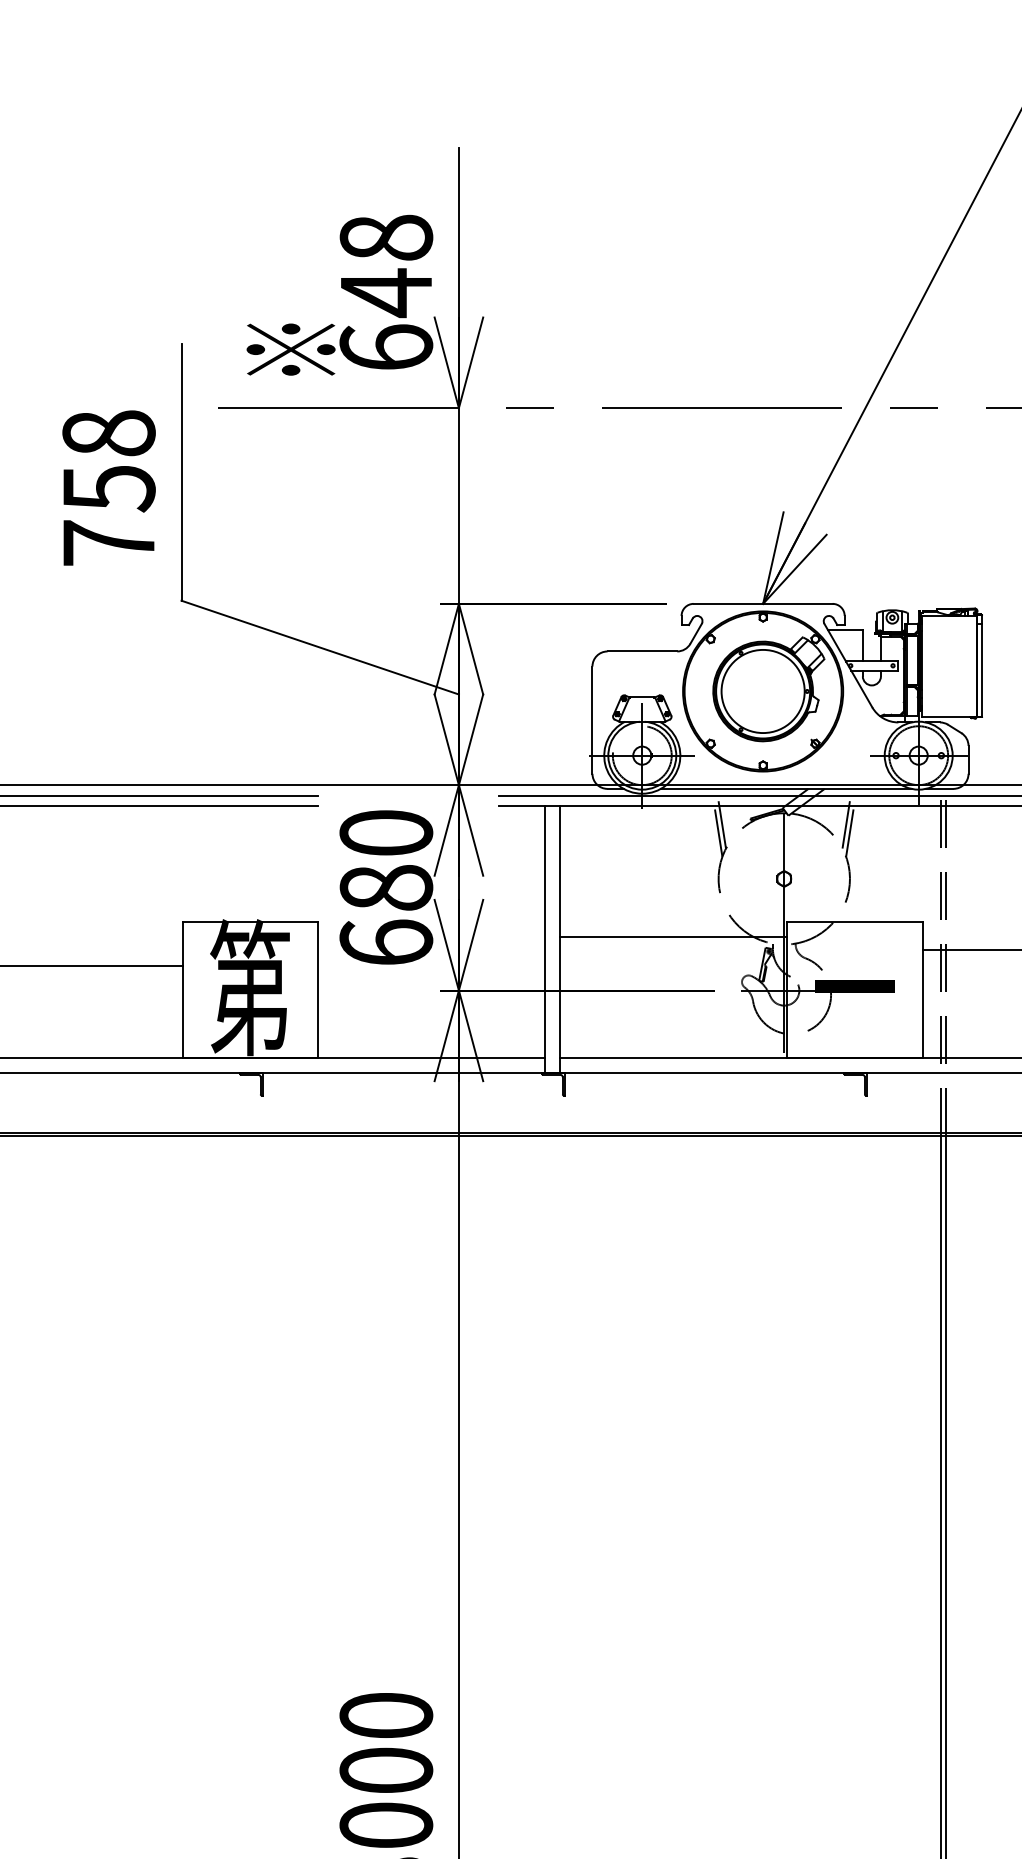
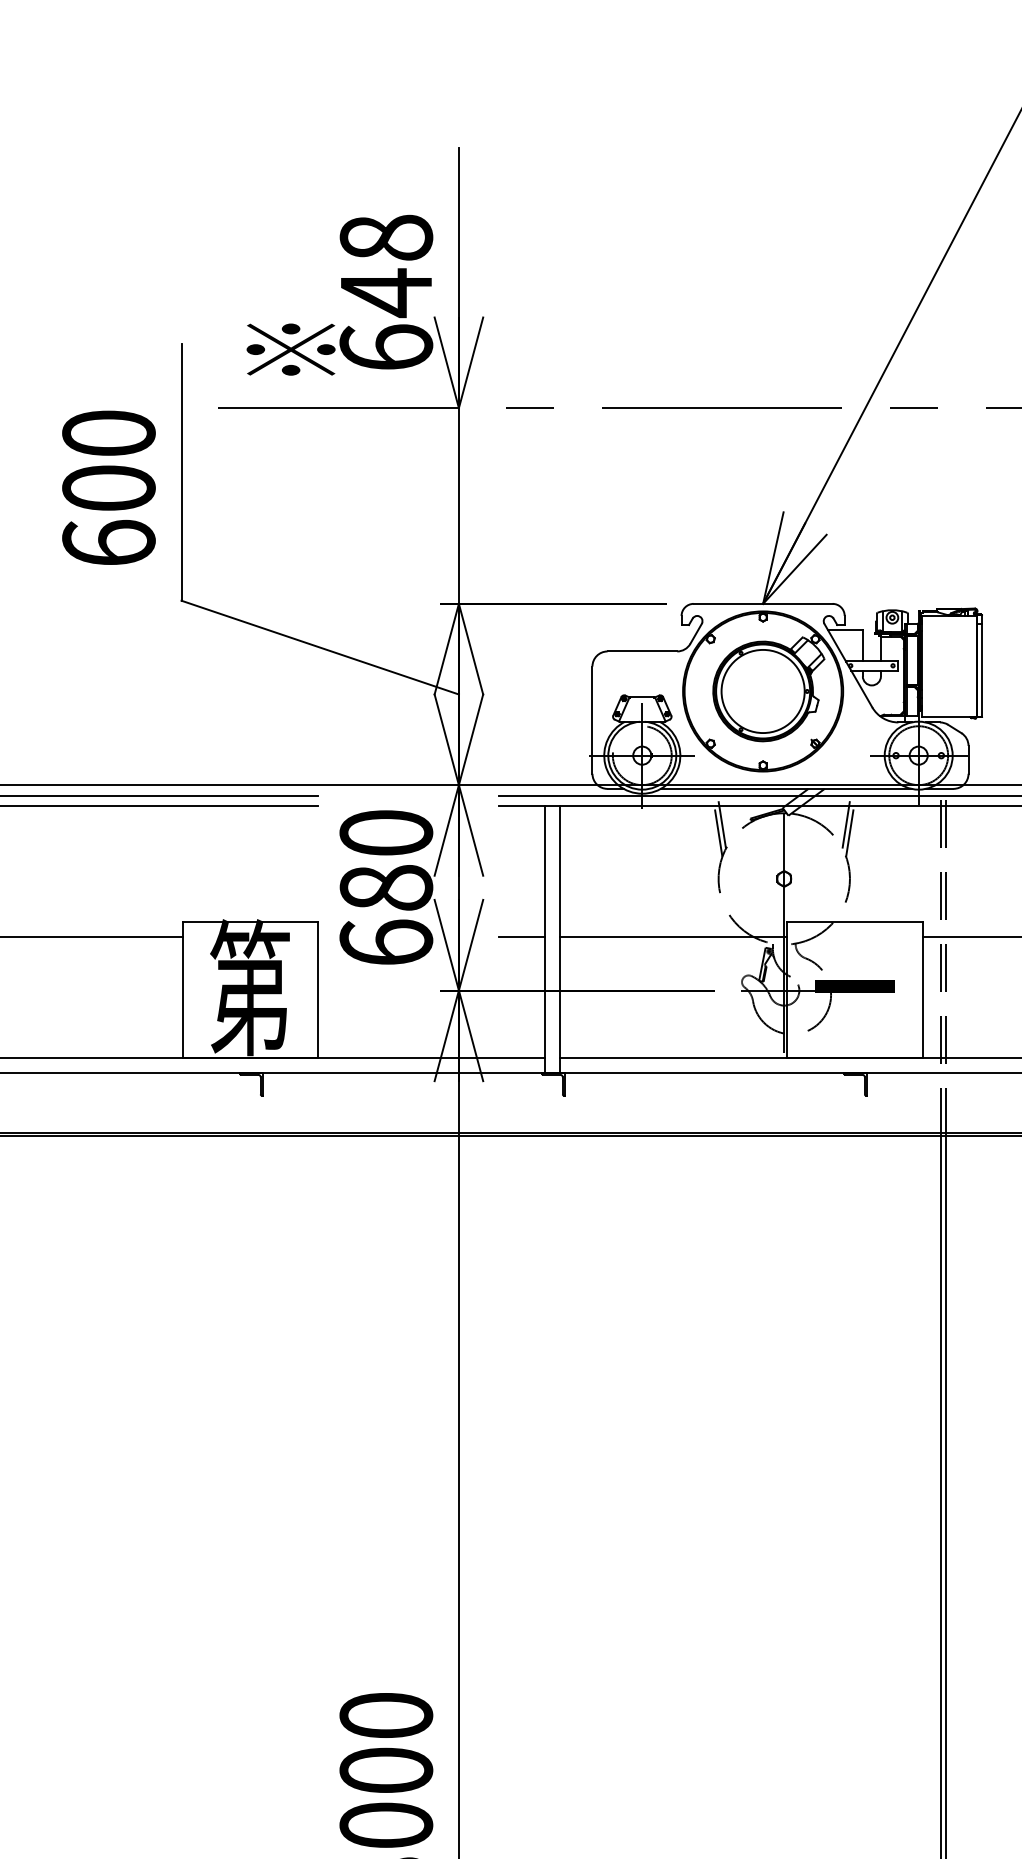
text at (108, 487): 758 -> 600
line at (521, 937): none -> present
line at (970, 950) position: (970, 950) -> (970, 937)
line at (92, 966) position: (92, 966) -> (92, 937)
